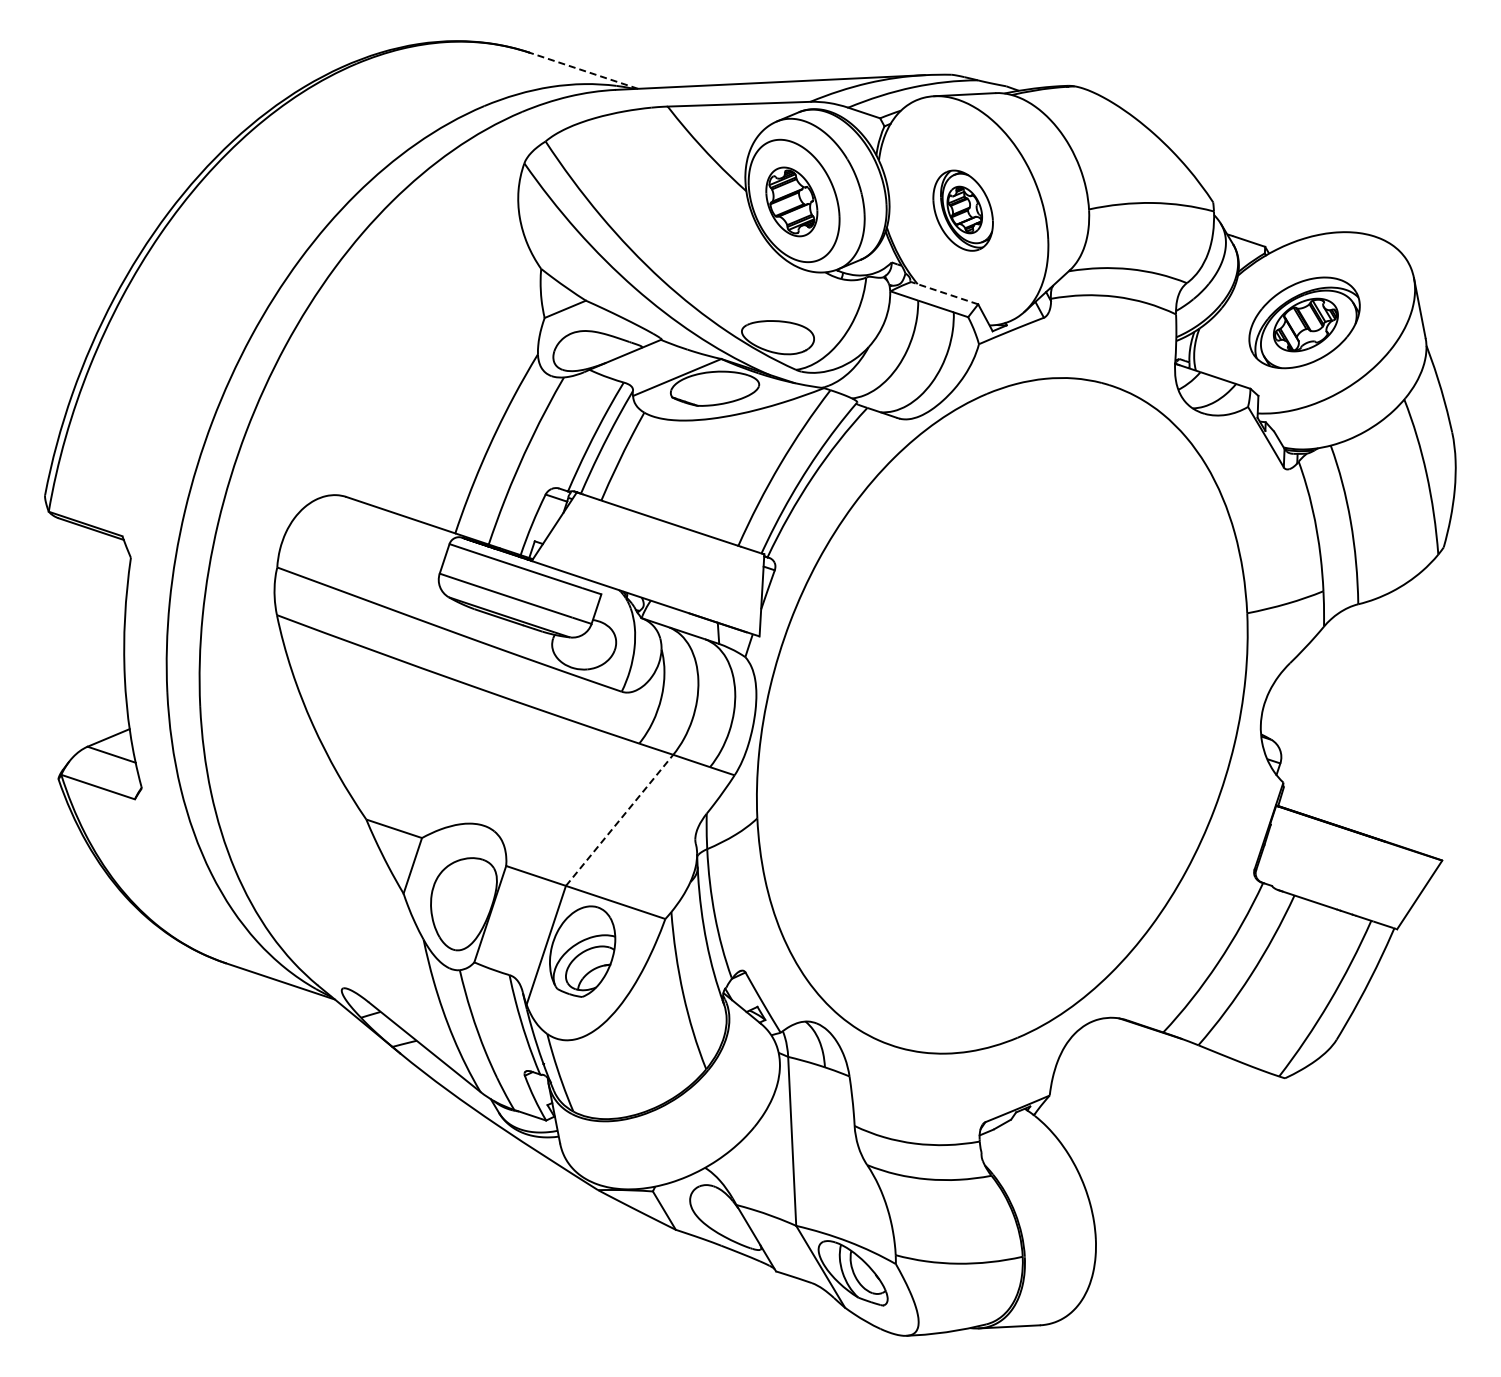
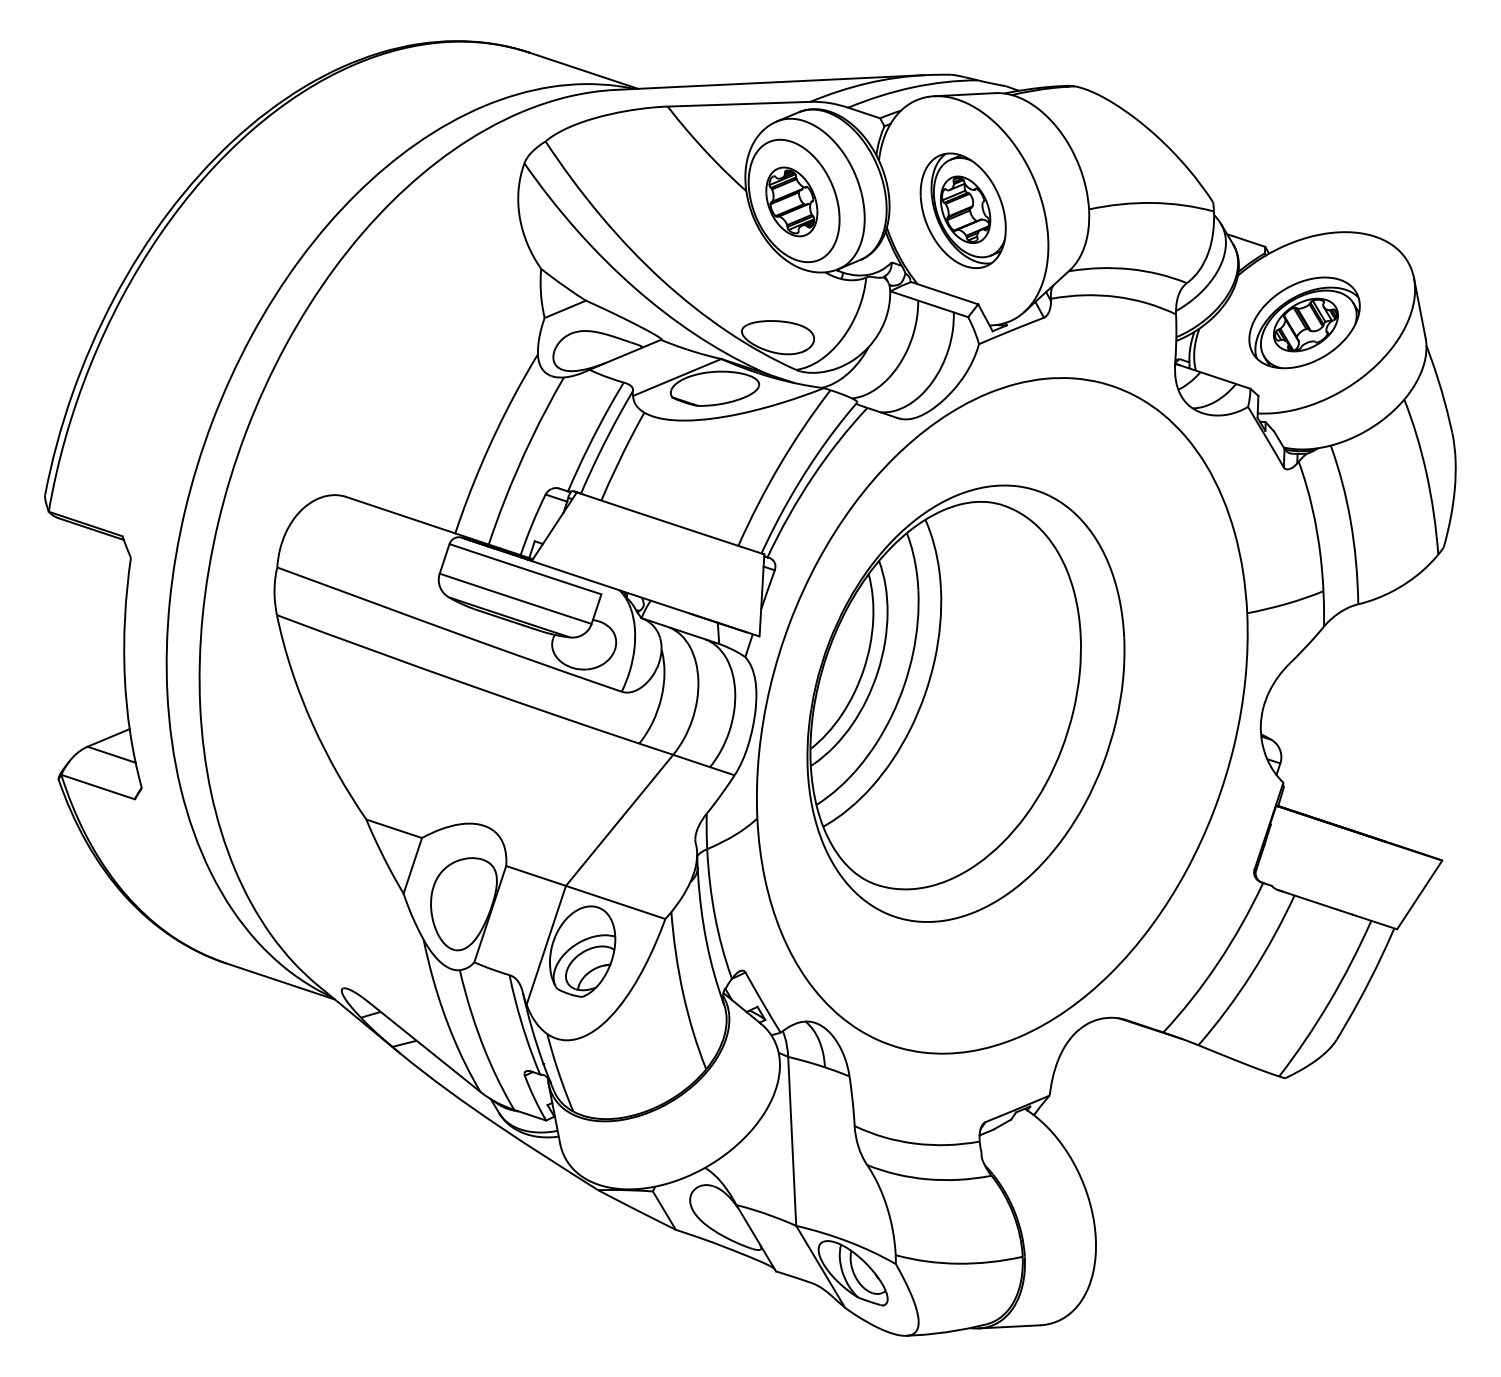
line at (583, 70): dashed -> solid
part at (962, 210) size: 62x83 px -> 88x117 px
line at (944, 293): dashed -> solid
part at (965, 703): none -> present
line at (619, 820): dashed -> solid
